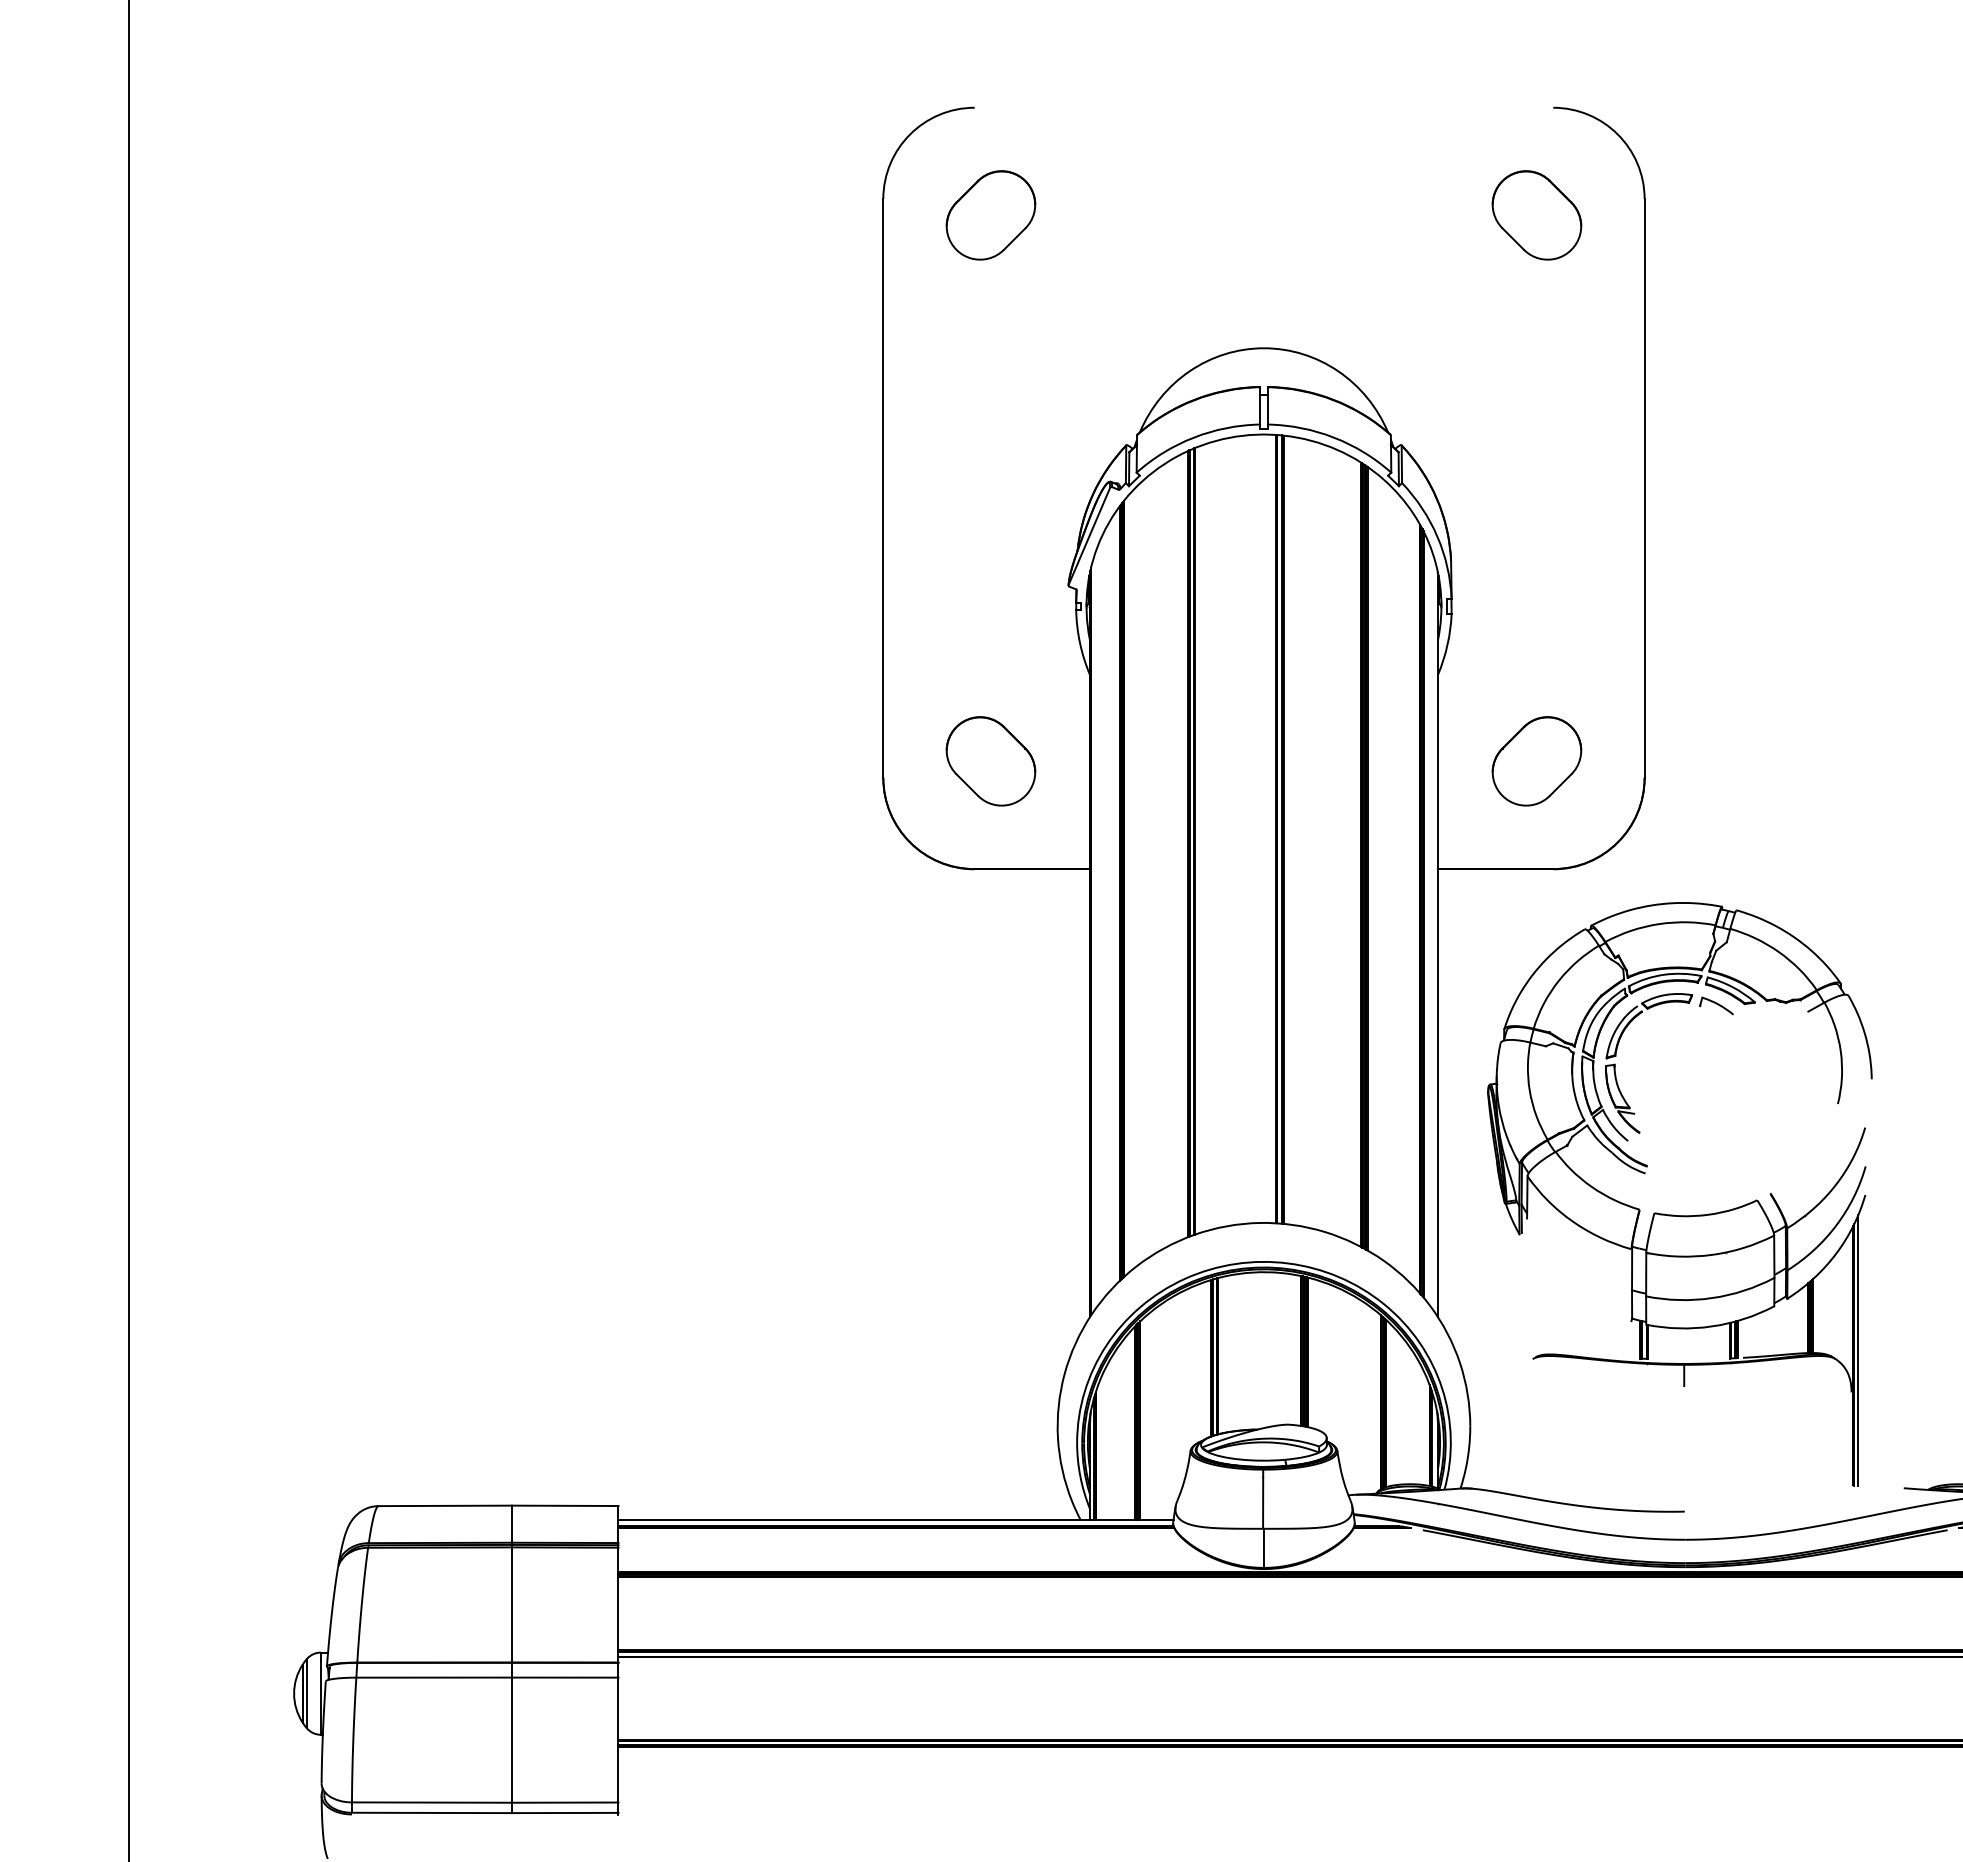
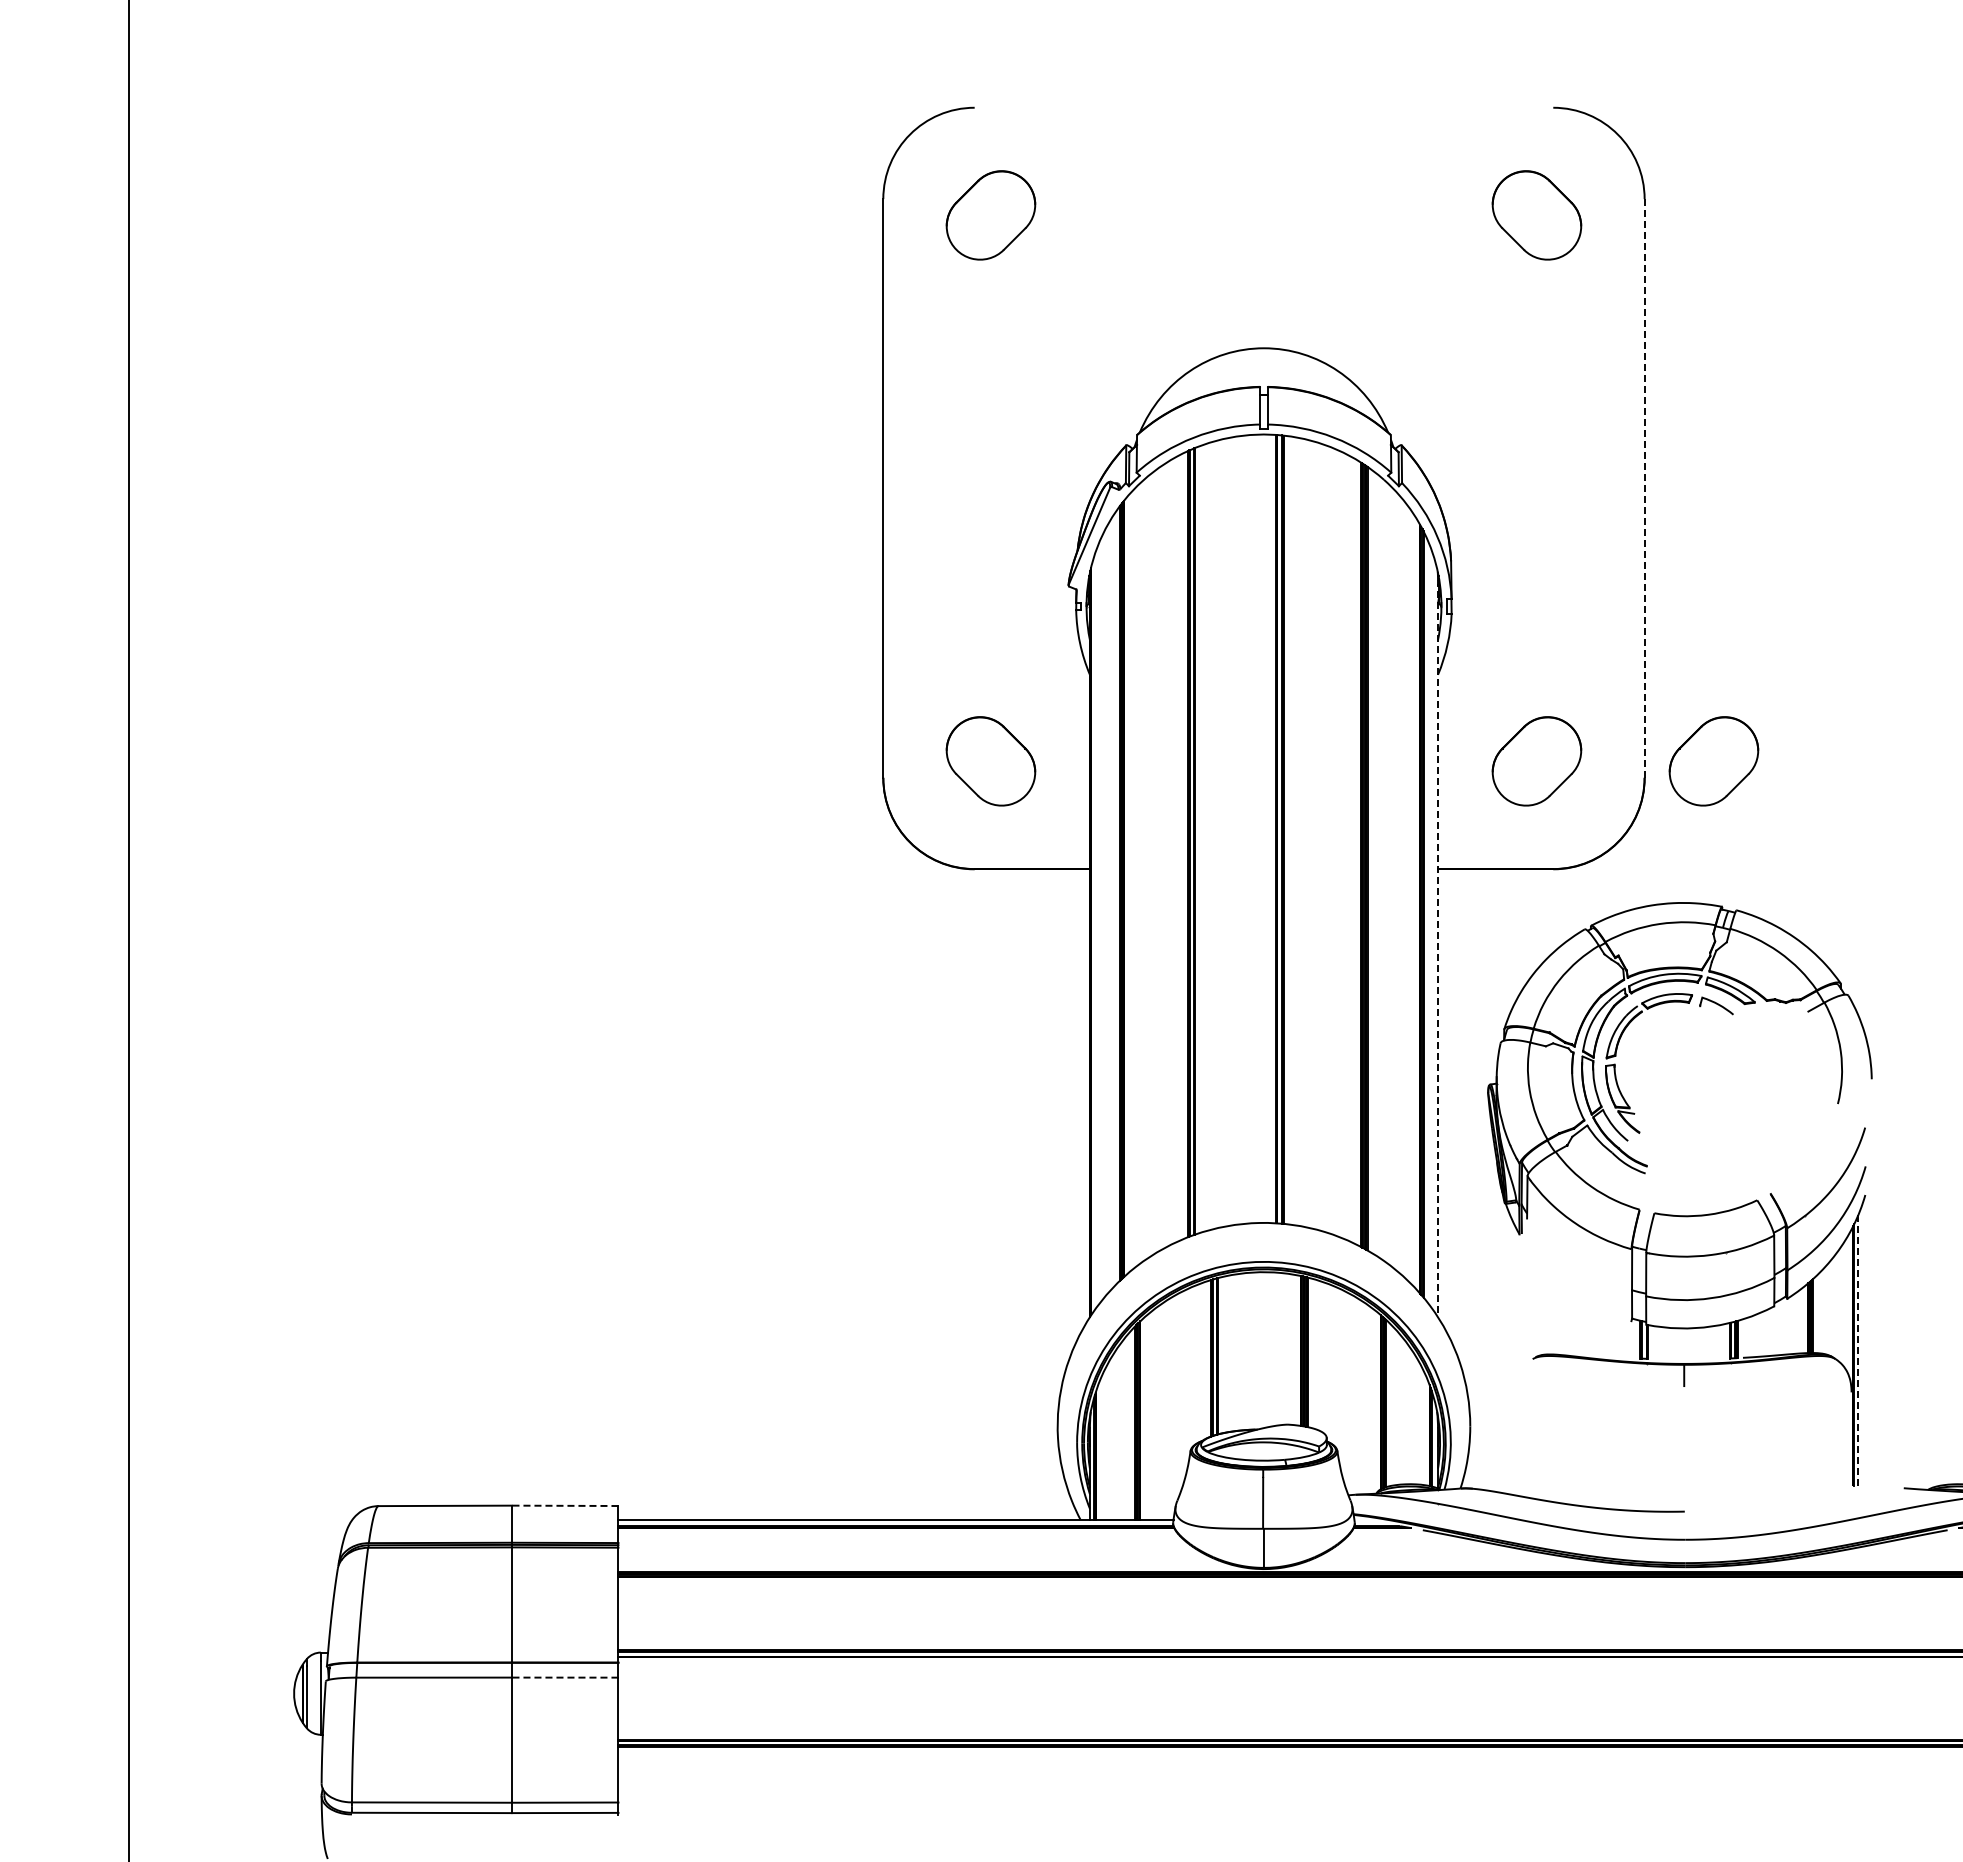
line at (1644, 487): solid -> dashed
part at (1713, 761): none -> present
line at (1438, 949): solid -> dashed
line at (1858, 1350): solid -> dashed
line at (564, 1505): solid -> dashed
line at (564, 1677): solid -> dashed
